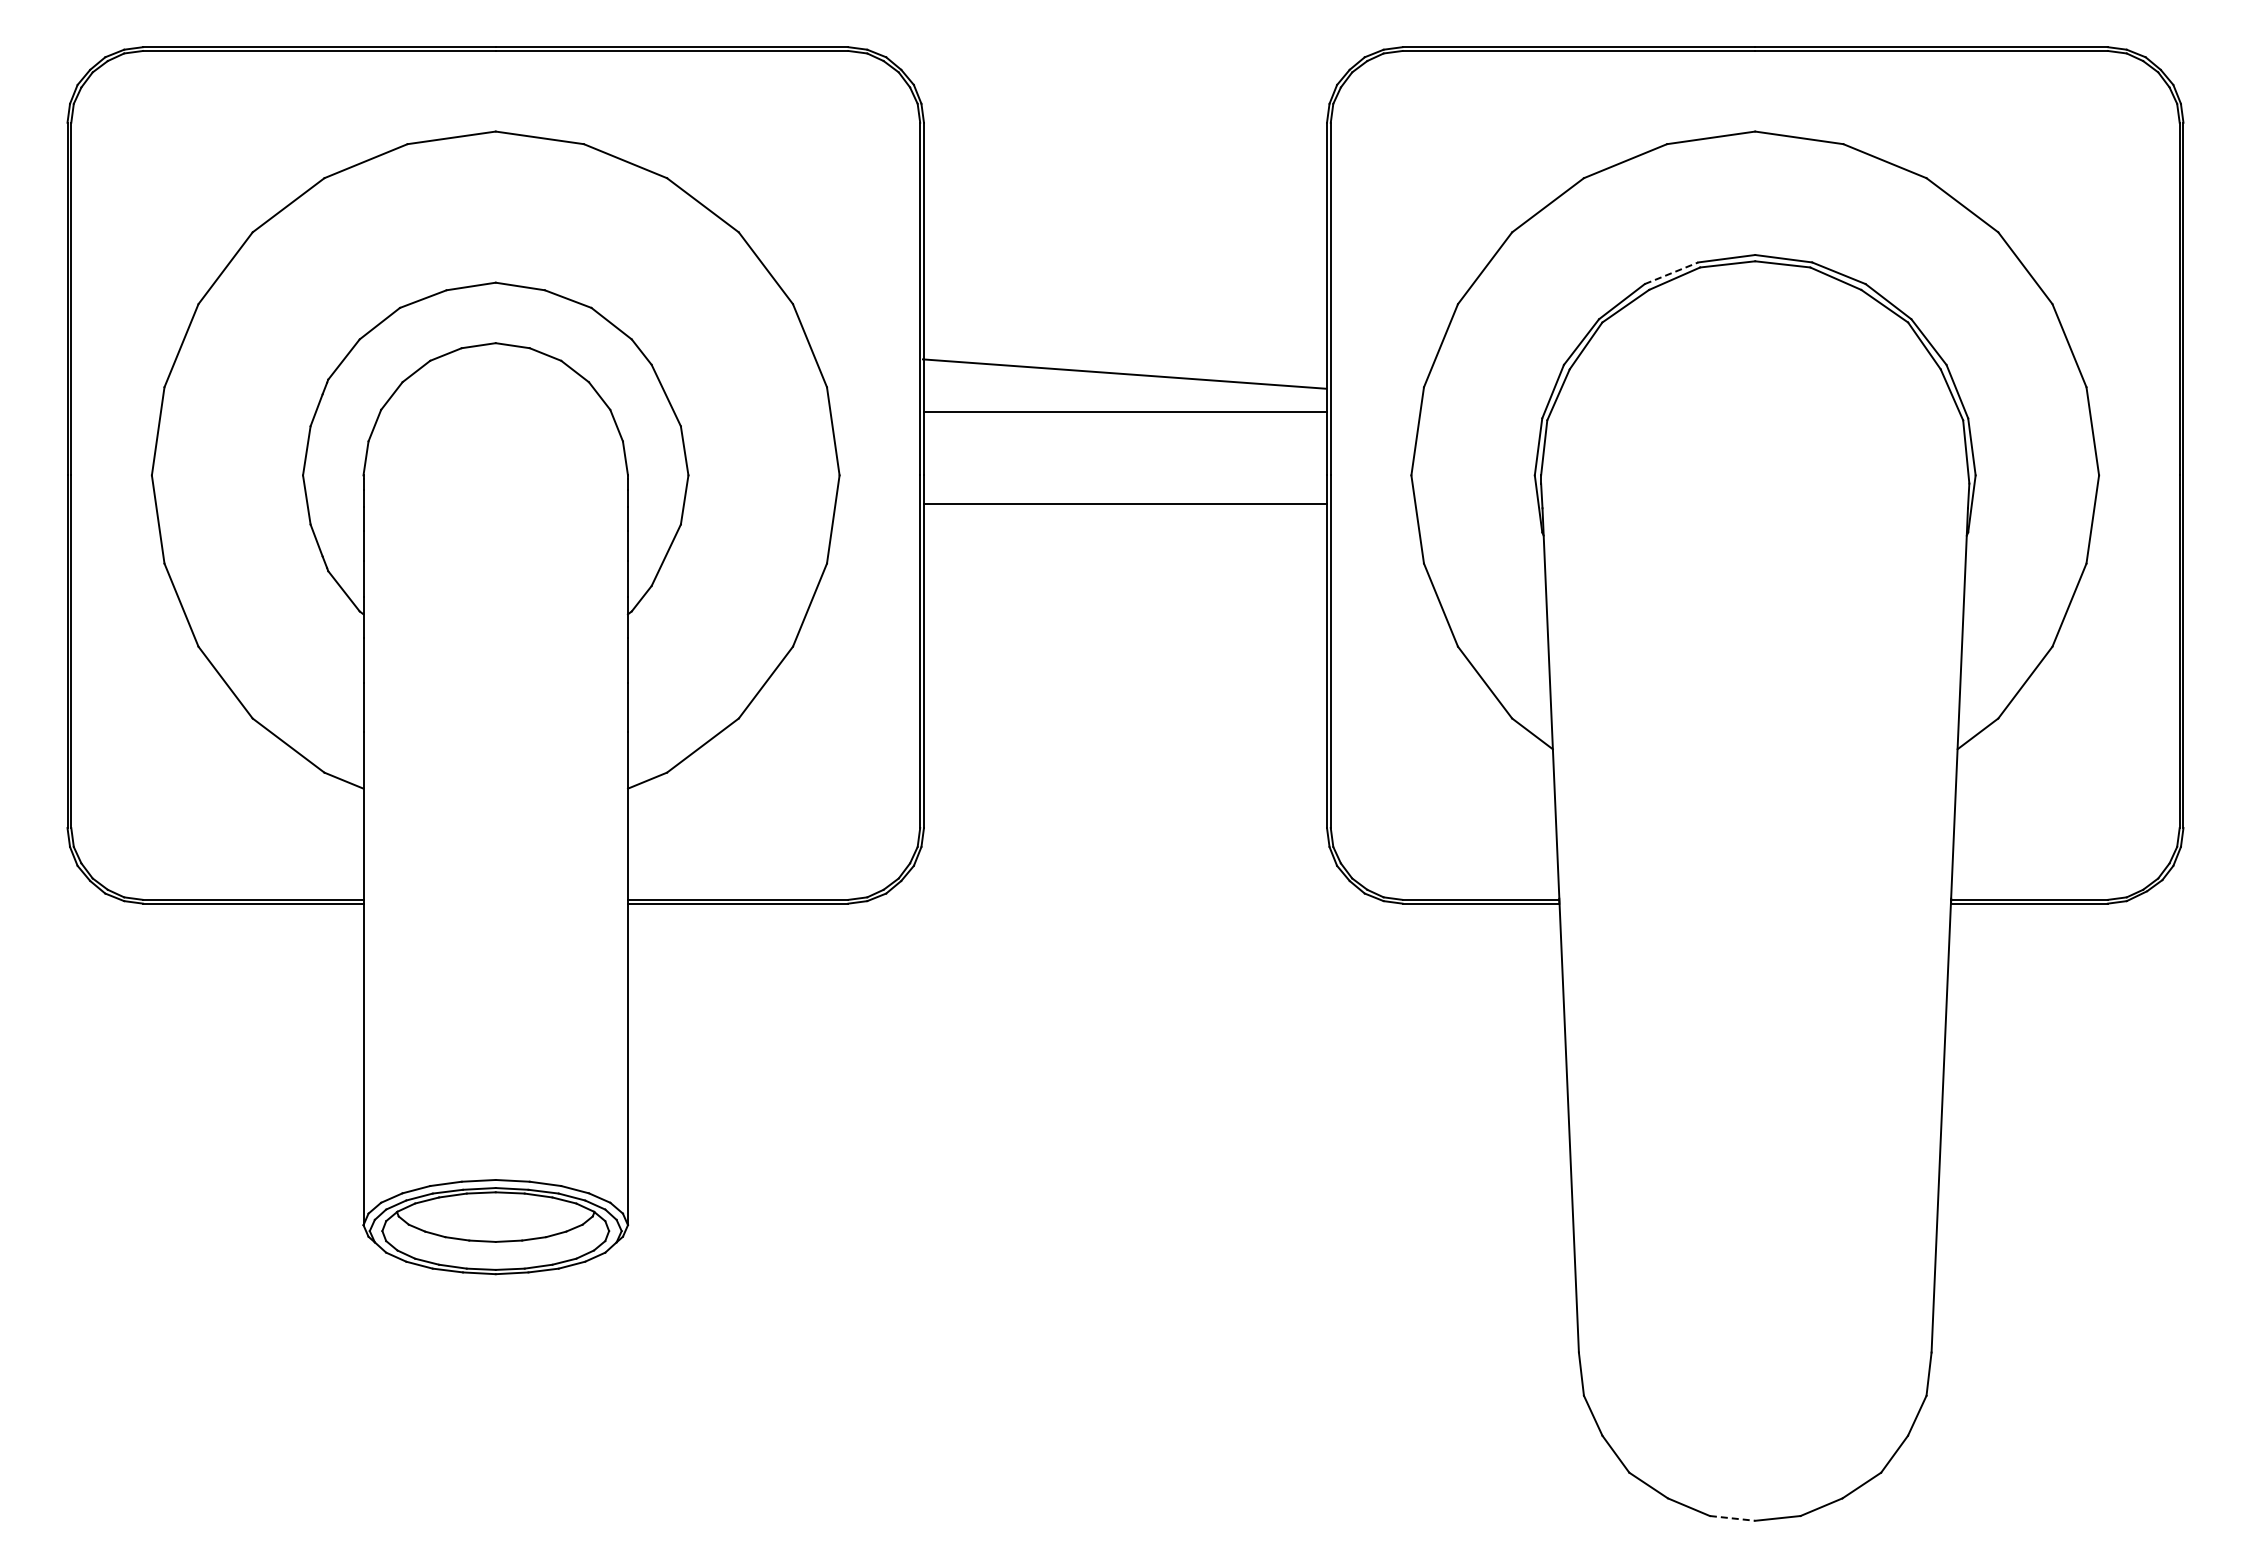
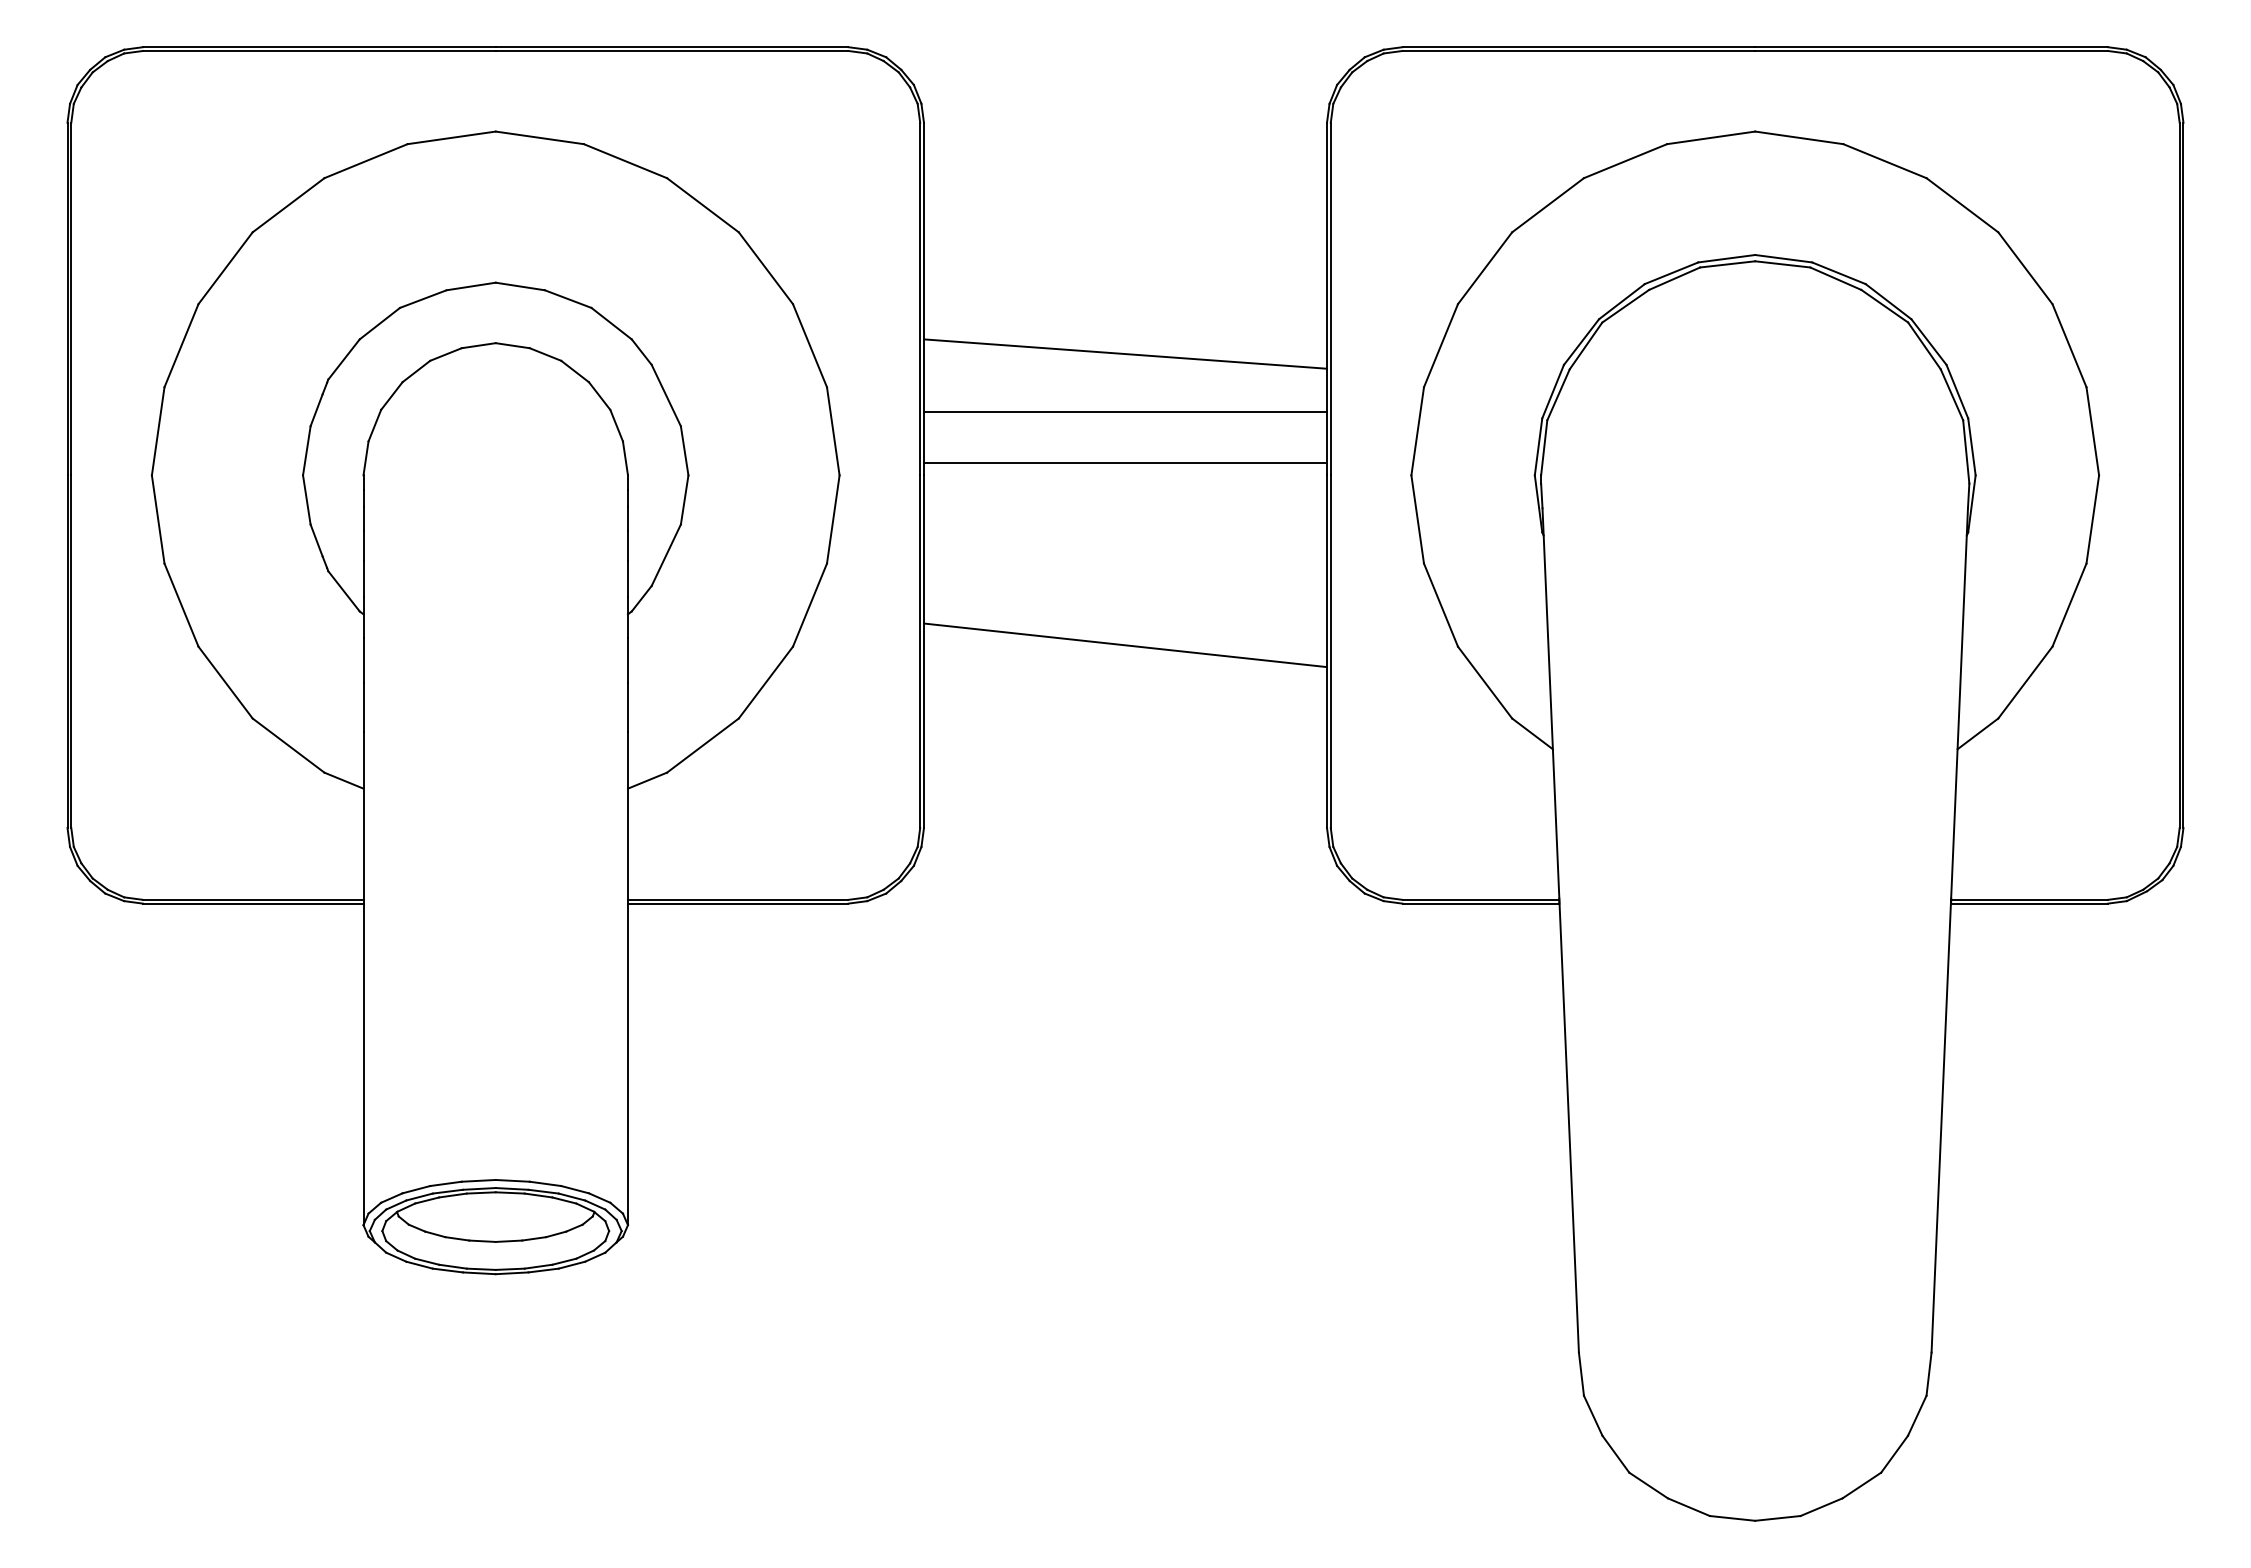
line at (1671, 273): dashed -> solid
line at (1124, 373) position: (1124, 373) -> (1125, 353)
line at (1125, 503) position: (1125, 503) -> (1125, 462)
line at (1125, 645): none -> present
line at (1732, 1518): dashed -> solid
